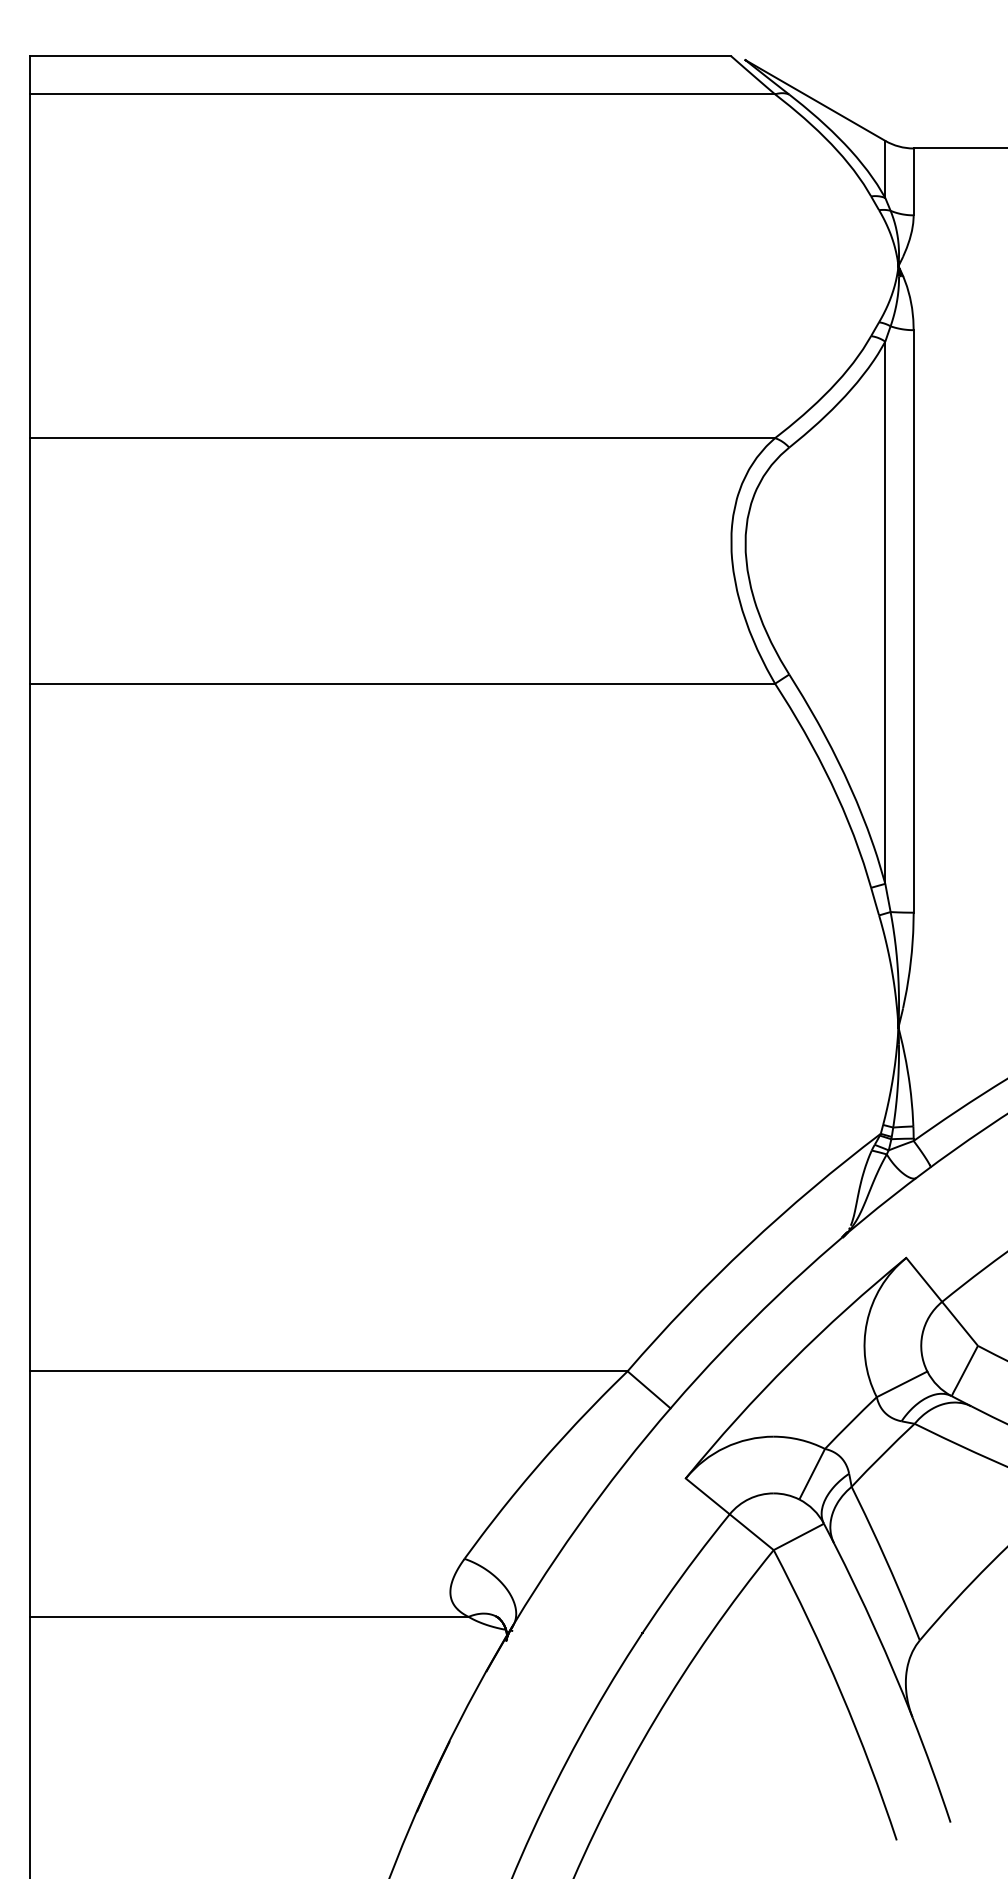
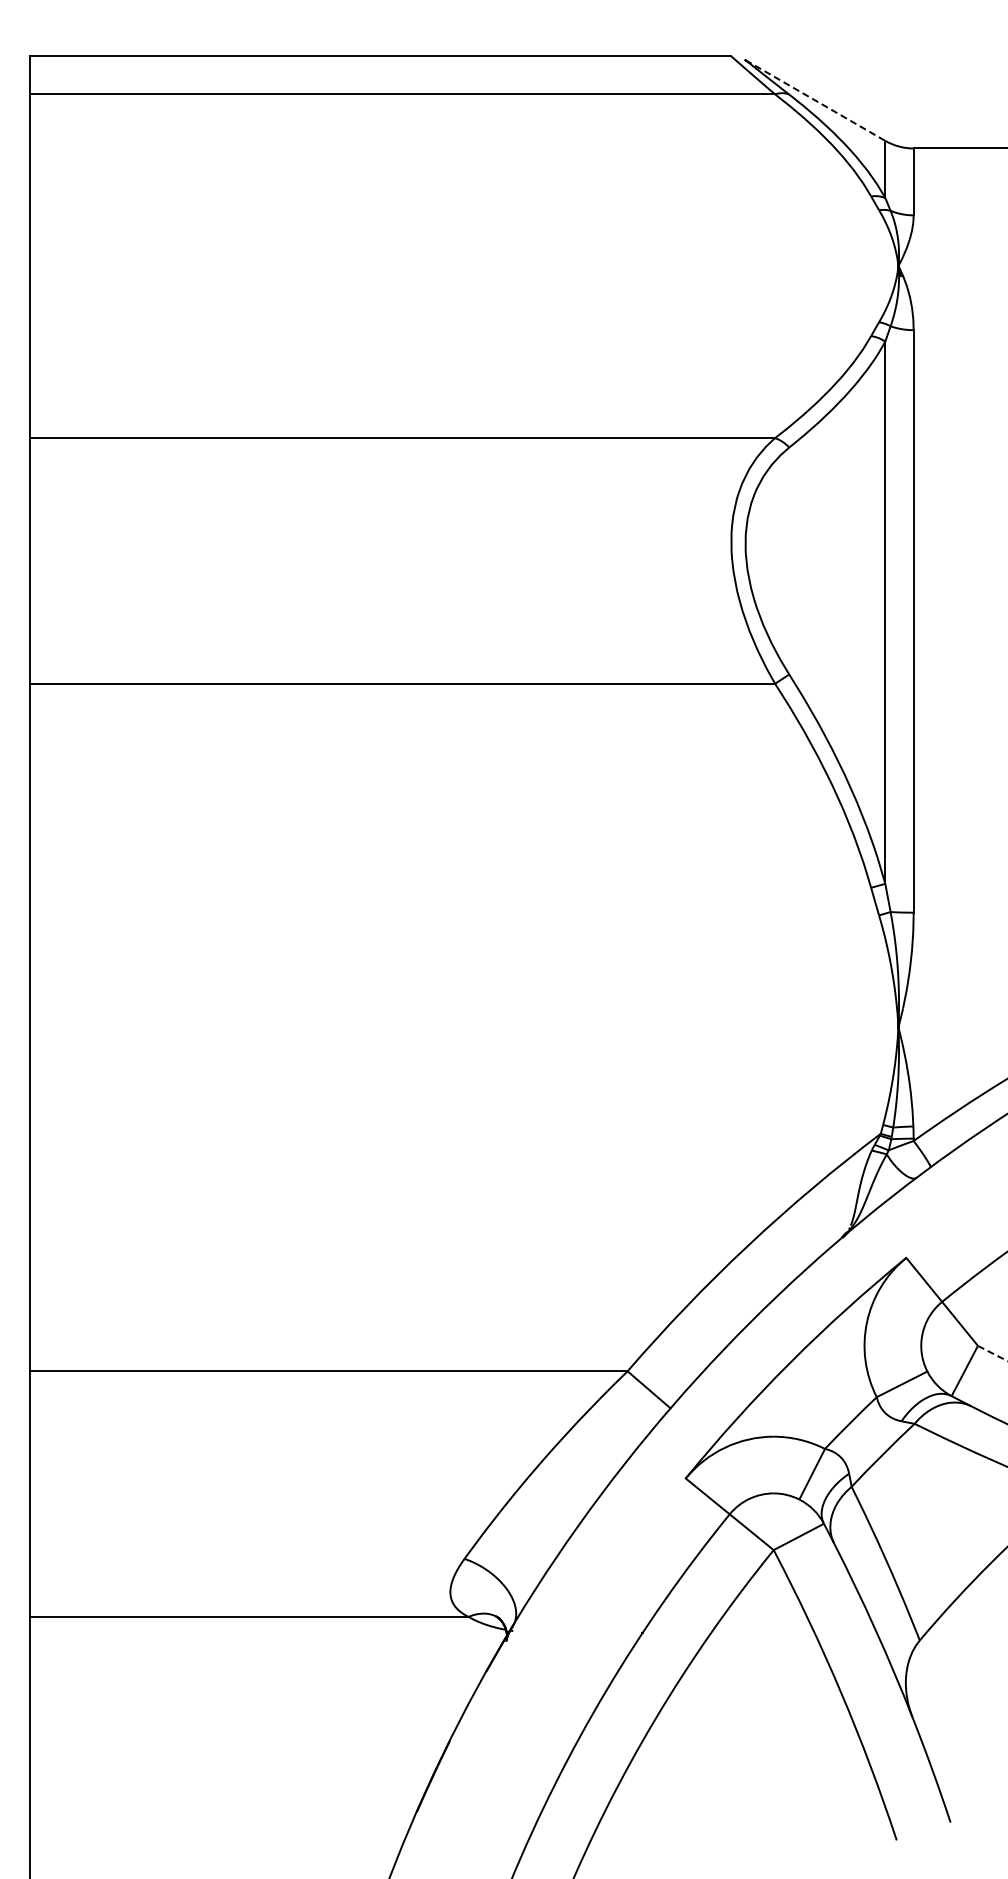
line at (815, 100): solid -> dashed
arc at (992, 1353): solid -> dashed
